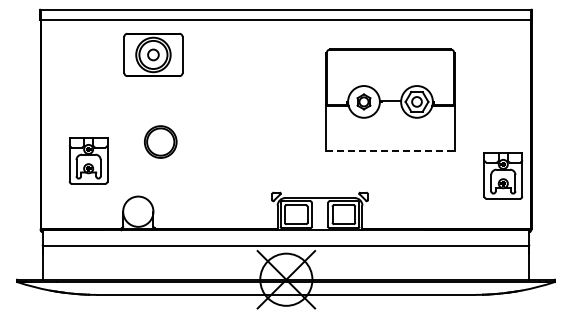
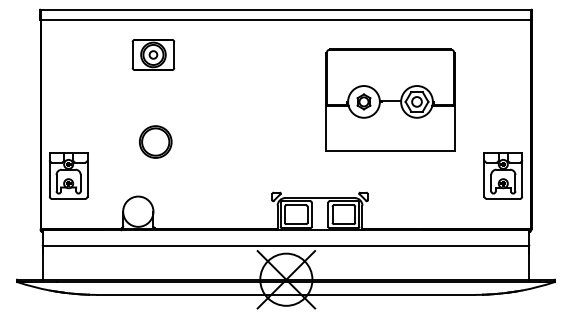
part at (153, 54) size: 61x44 px -> 45x32 px
part at (160, 141) position: (160, 141) -> (155, 141)
line at (391, 151): dashed -> solid
part at (88, 160) position: (88, 160) -> (68, 175)
